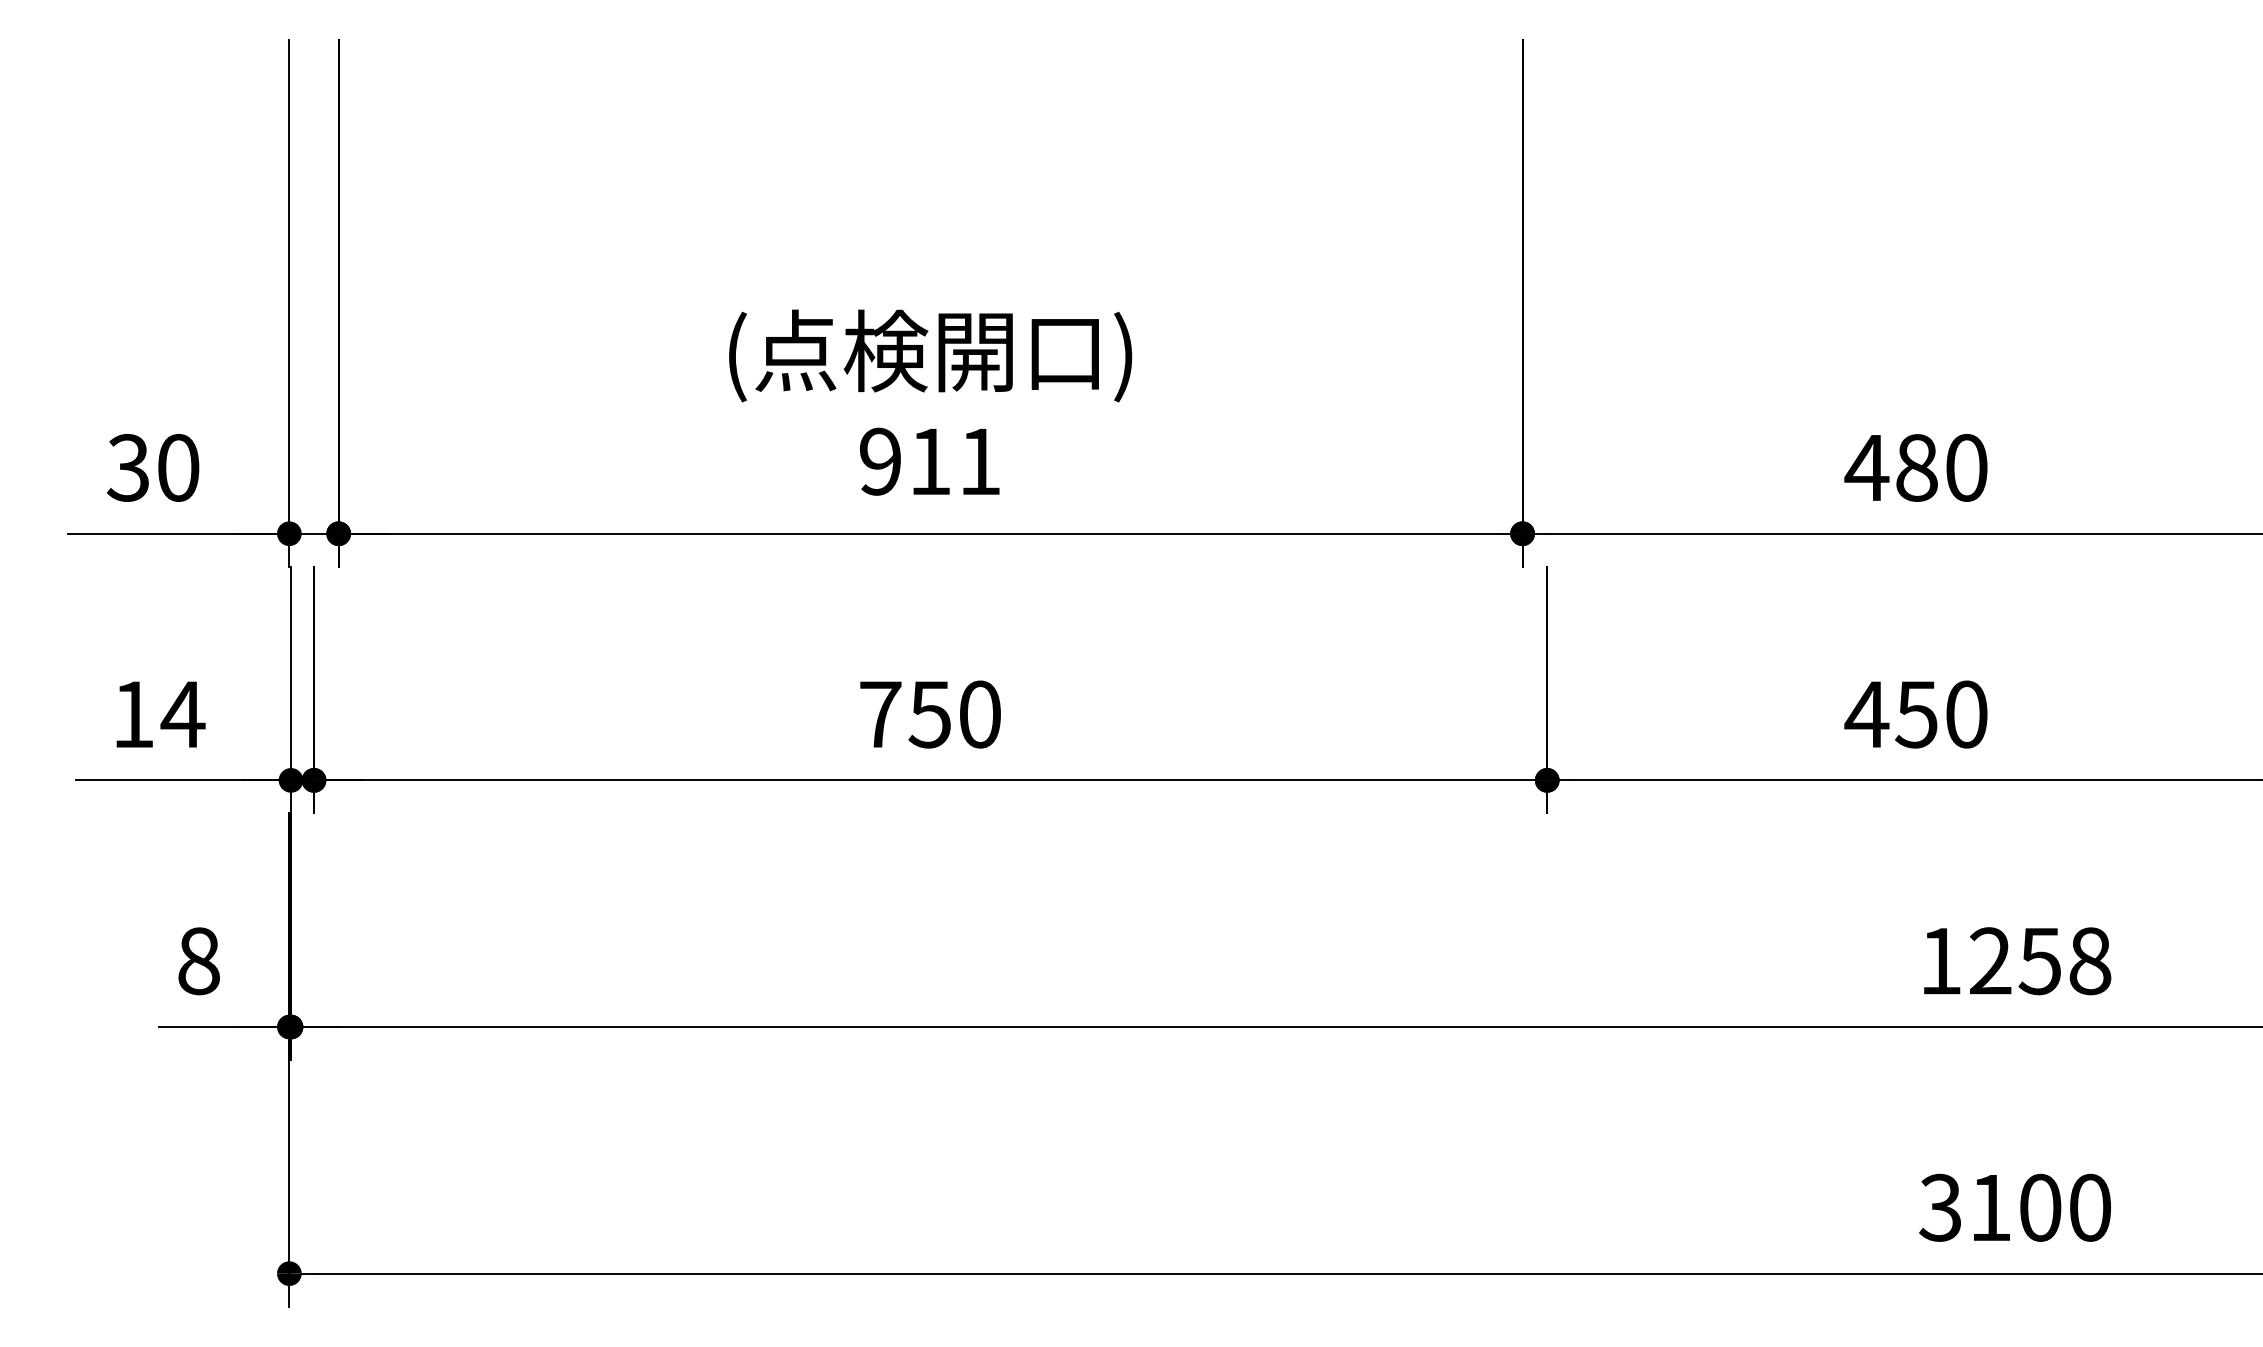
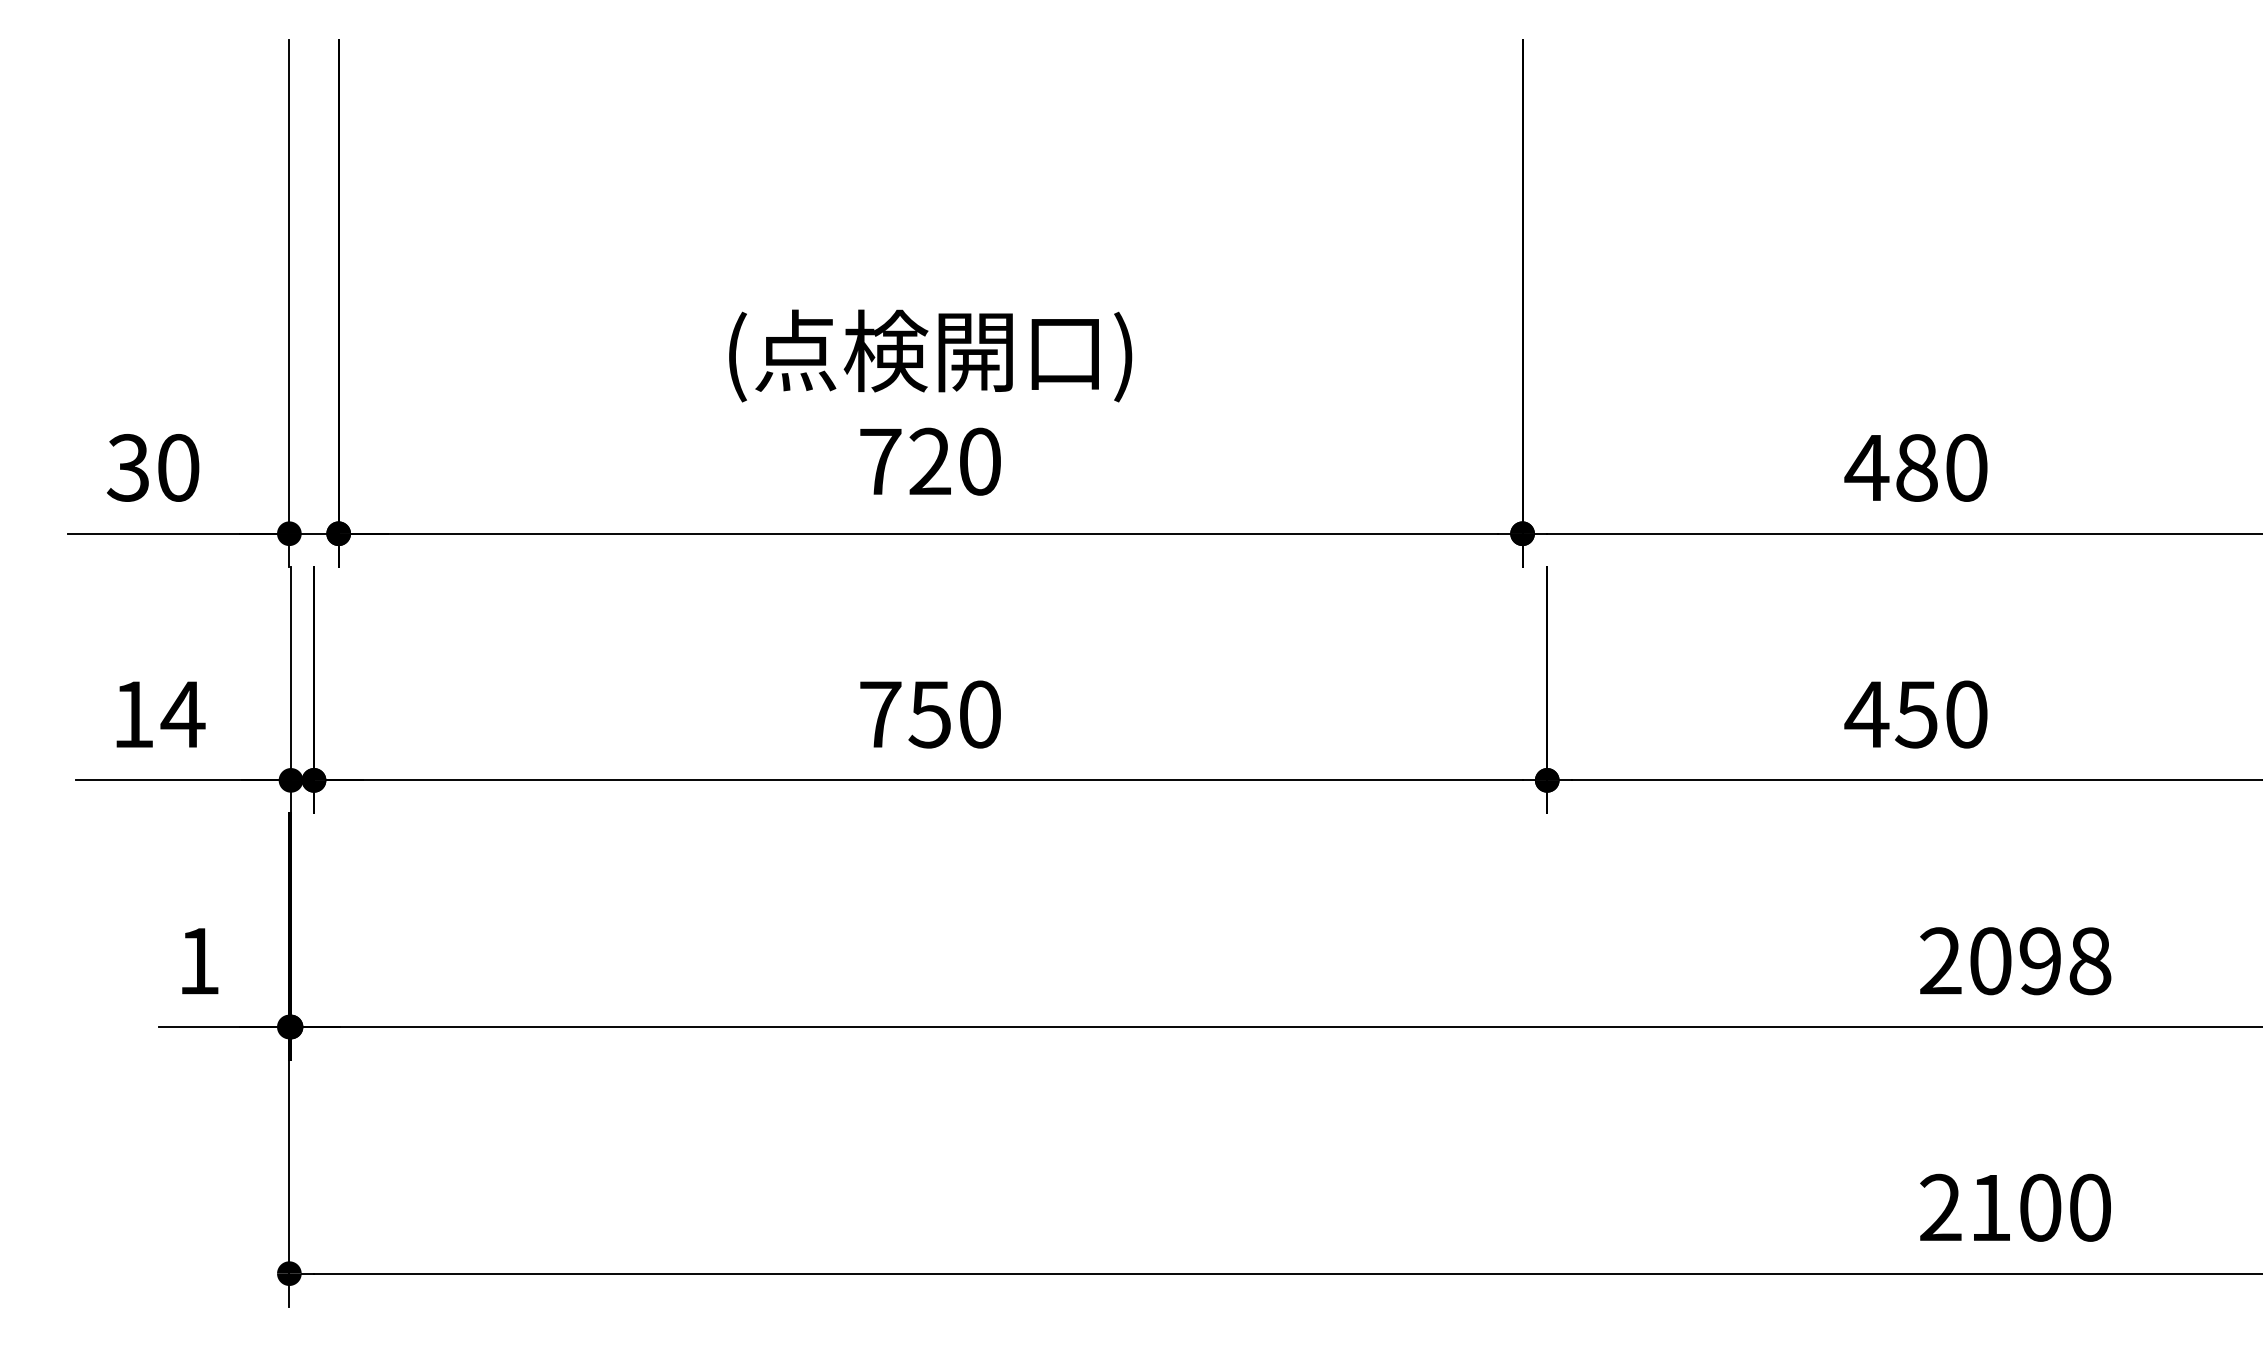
text at (929, 461): 911 -> 720
text at (198, 961): 8 -> 1
text at (1990, 961): 1258 -> 2098
text at (1940, 1207): 3100 -> 2100
